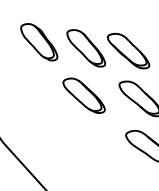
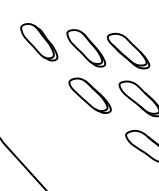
part at (83, 95) position: (83, 95) -> (89, 95)
